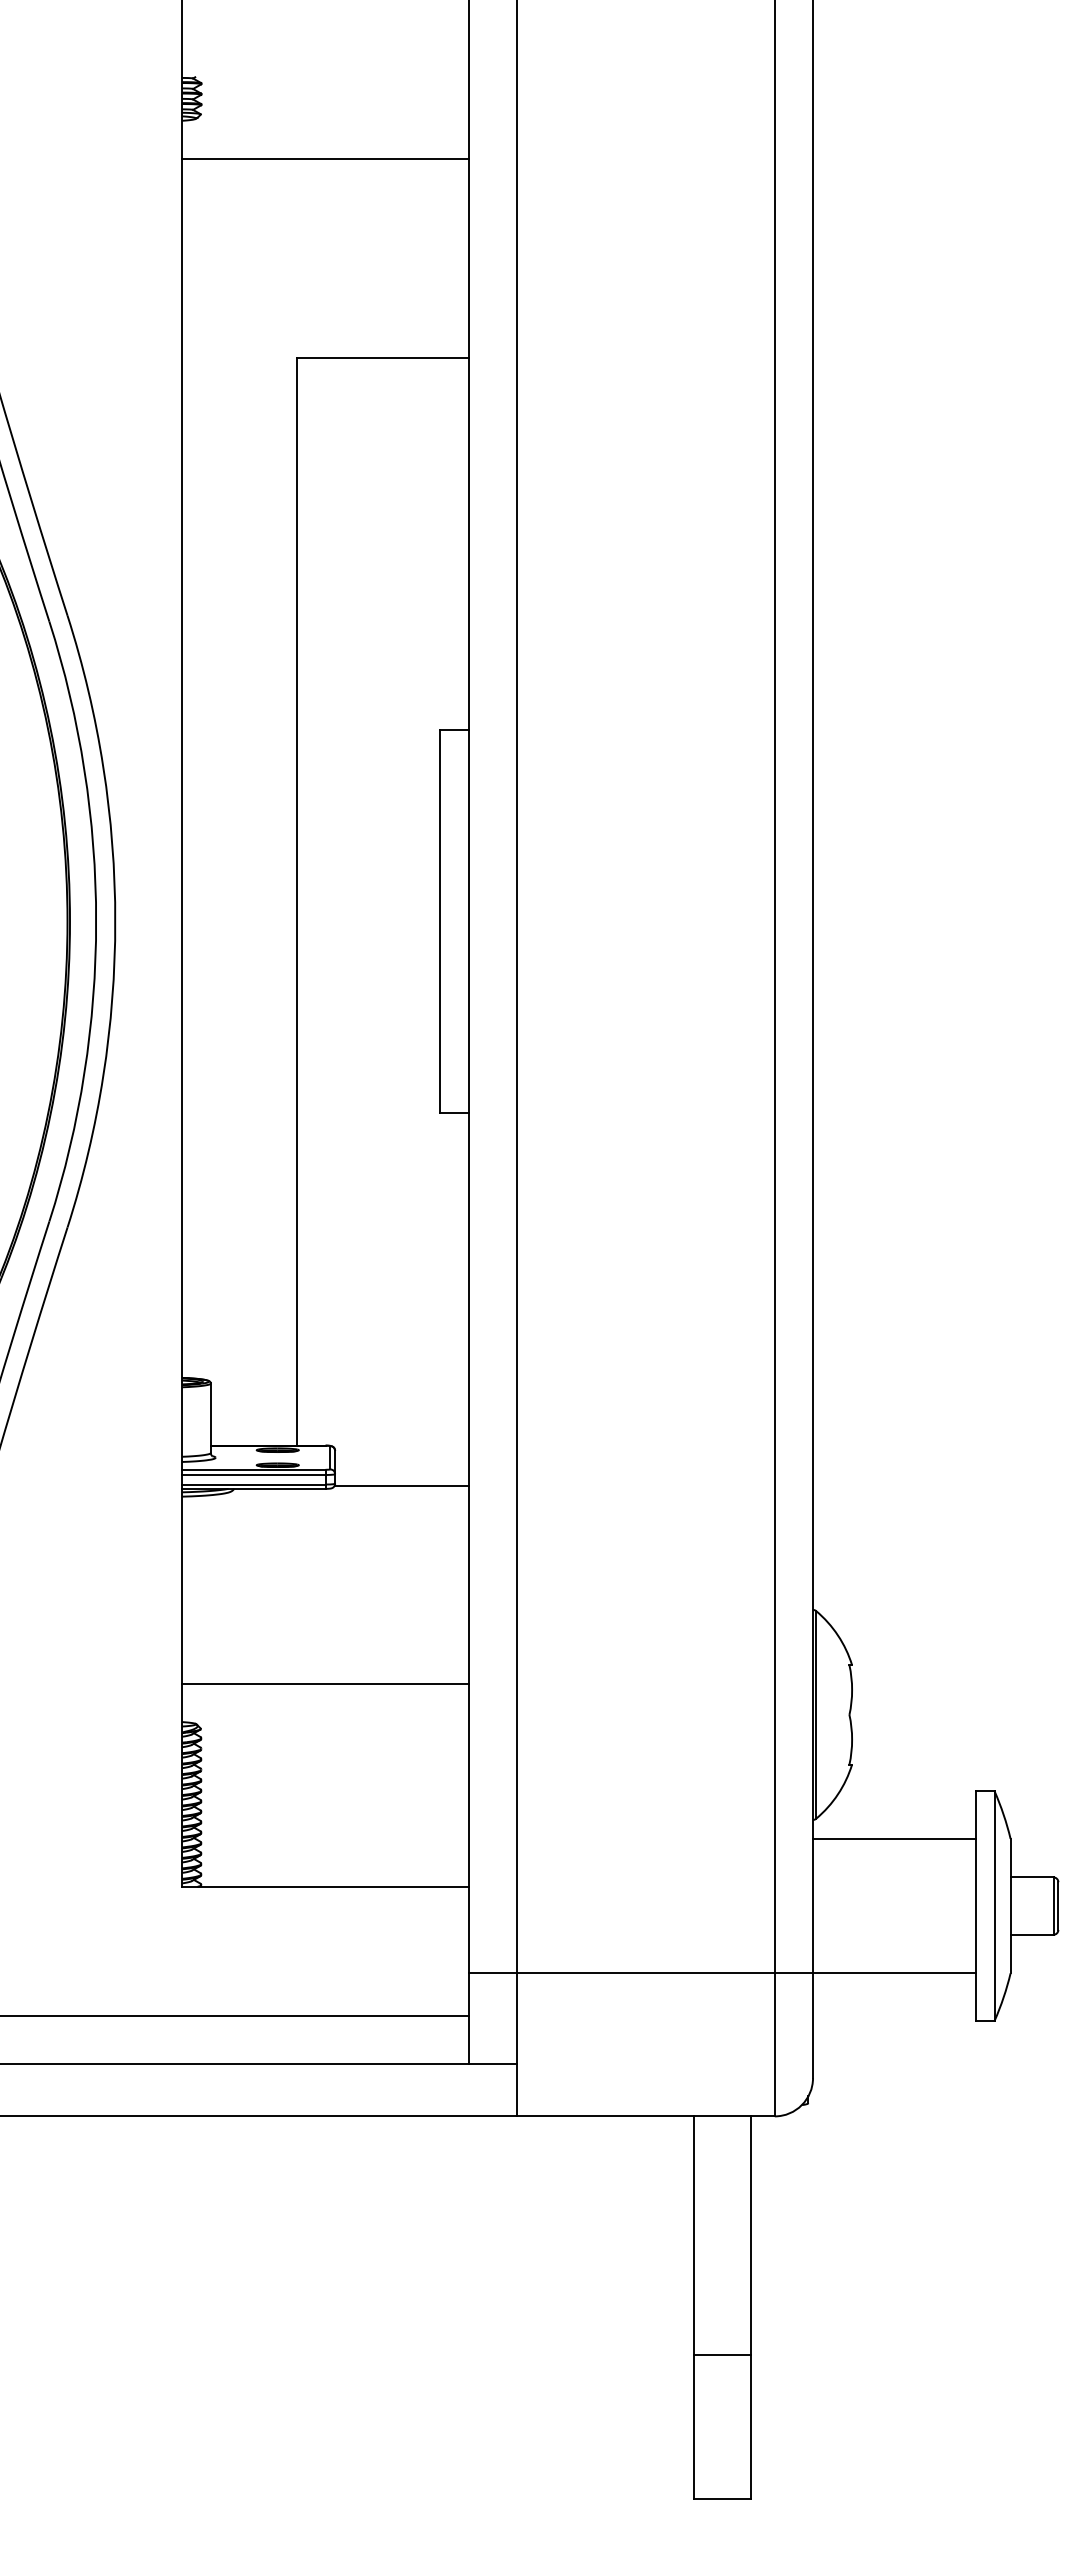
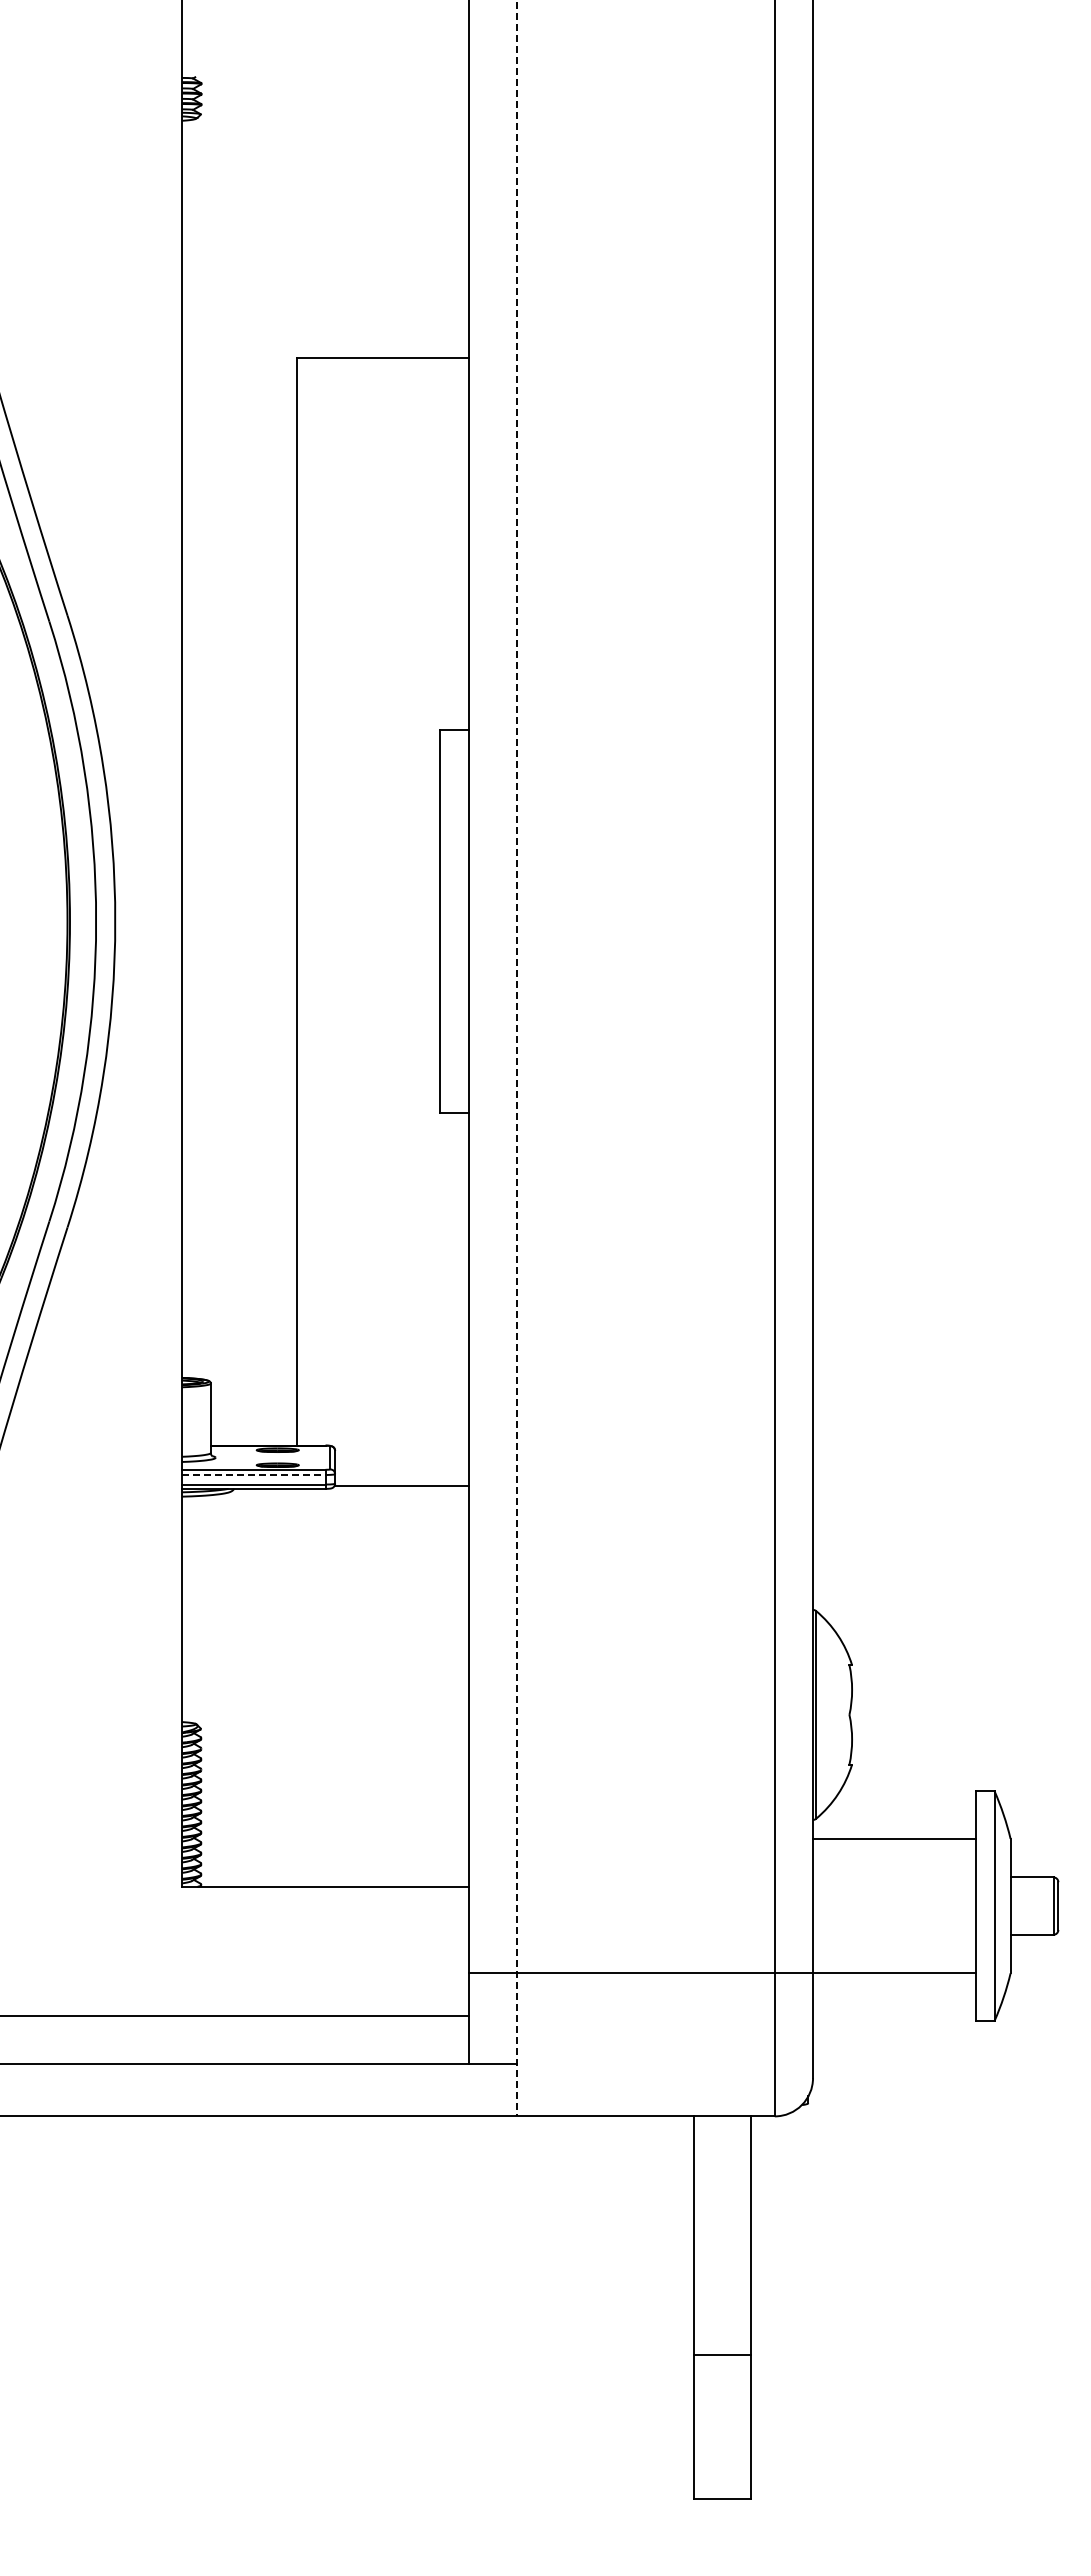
line at (325, 159): present -> none
line at (516, 1058): solid -> dashed
line at (253, 1475): solid -> dashed
line at (325, 1683): present -> none
